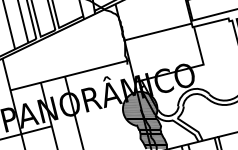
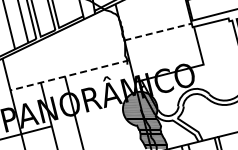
line at (158, 32): solid -> dashed
line at (69, 75): solid -> dashed
